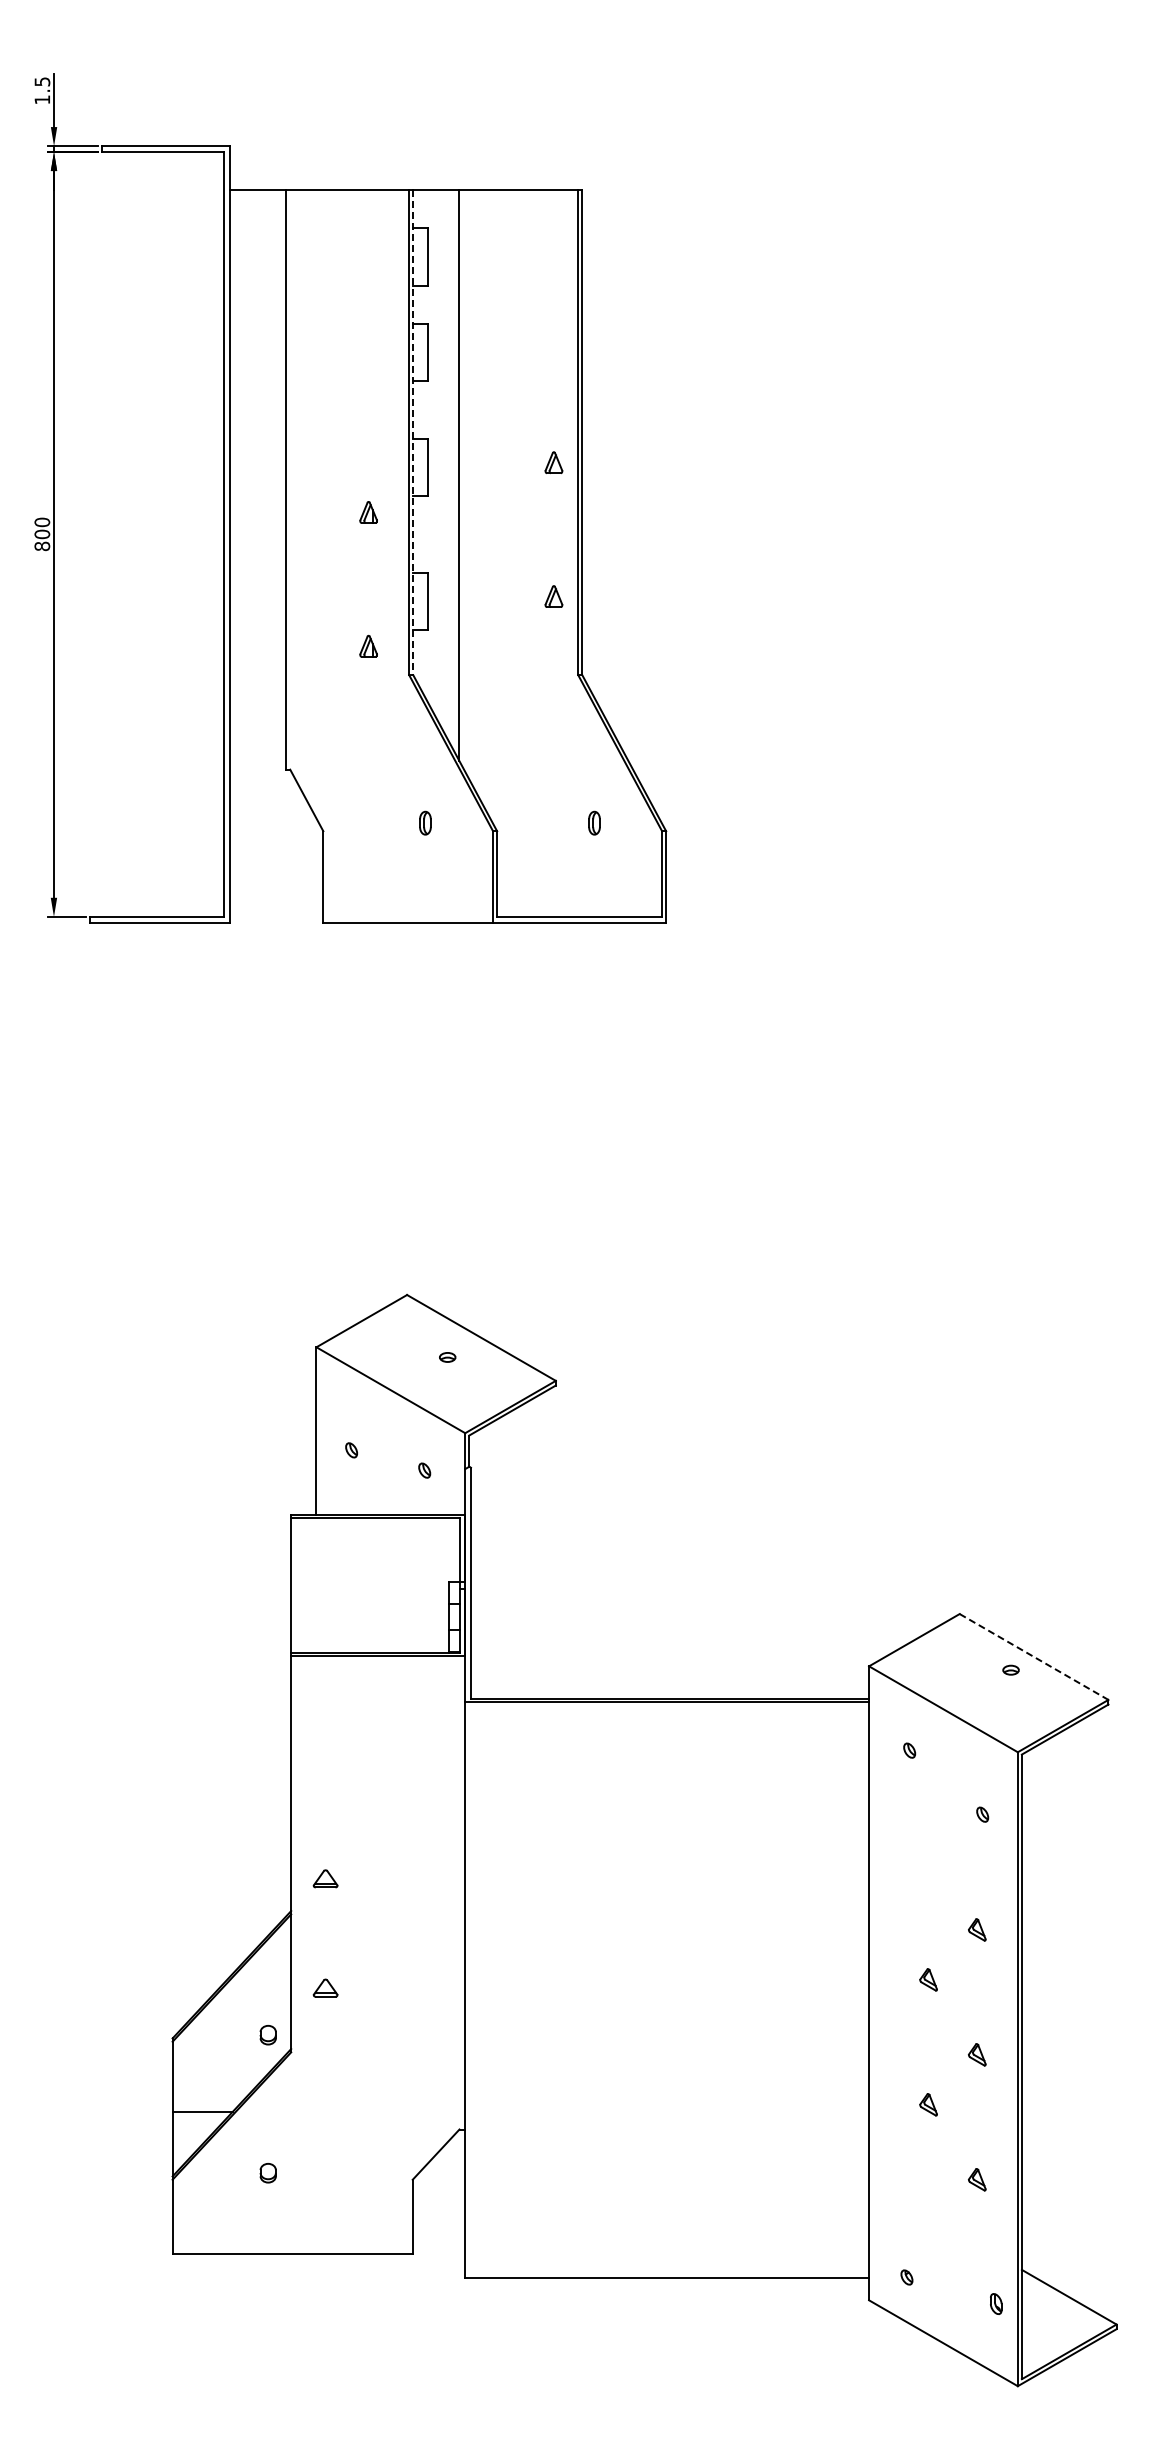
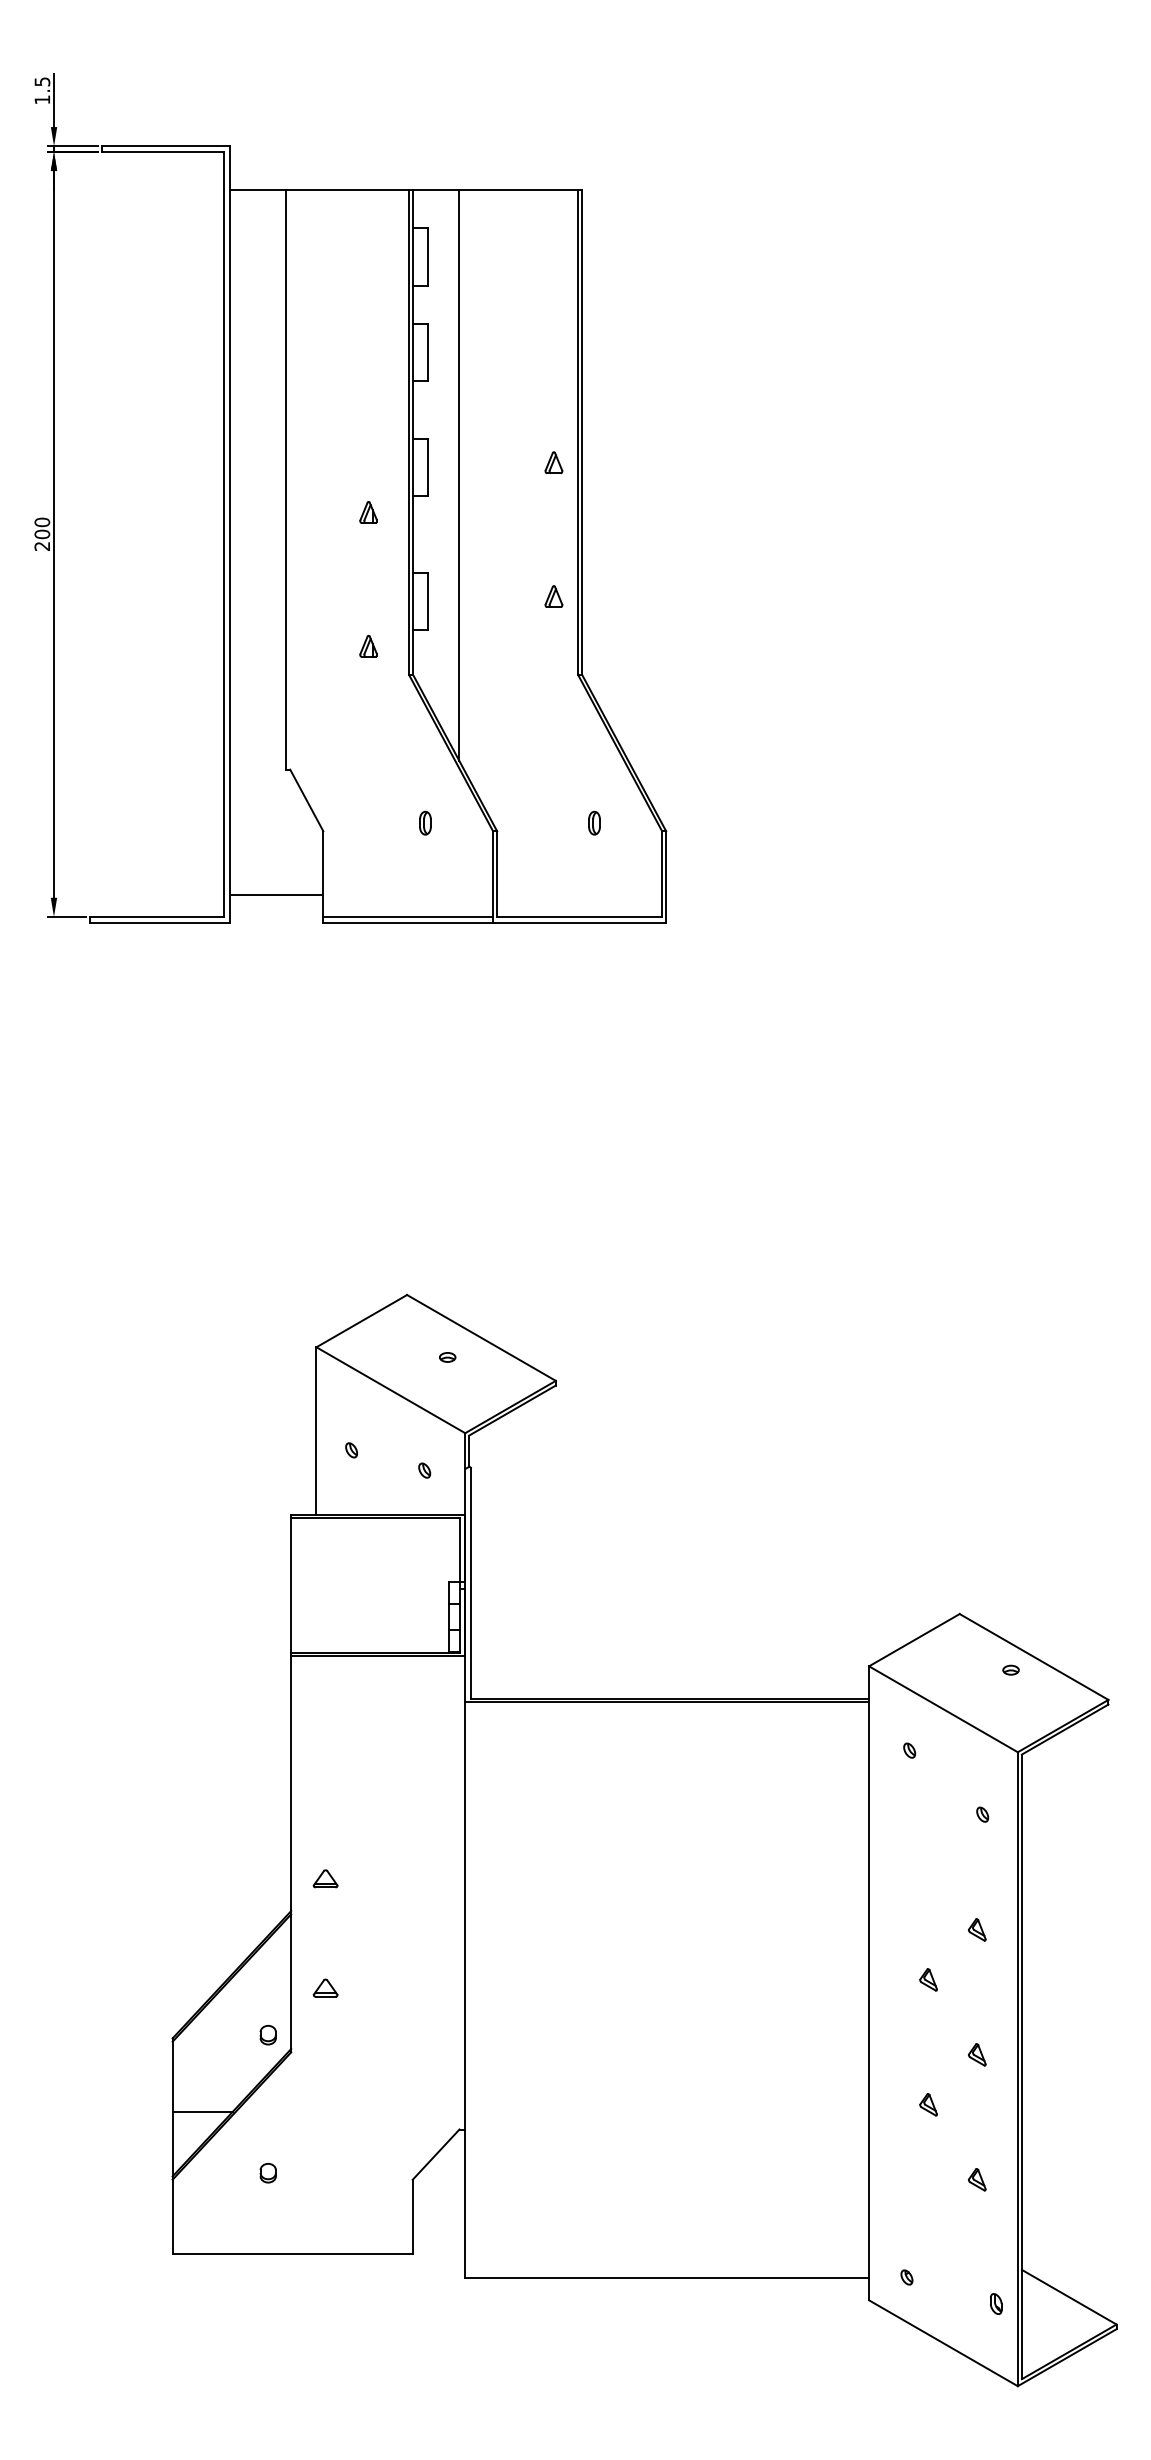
line at (413, 432): dashed -> solid
text at (42, 546): 800 -> 200
line at (276, 894): none -> present
line at (408, 916): none -> present
line at (1034, 1656): dashed -> solid
